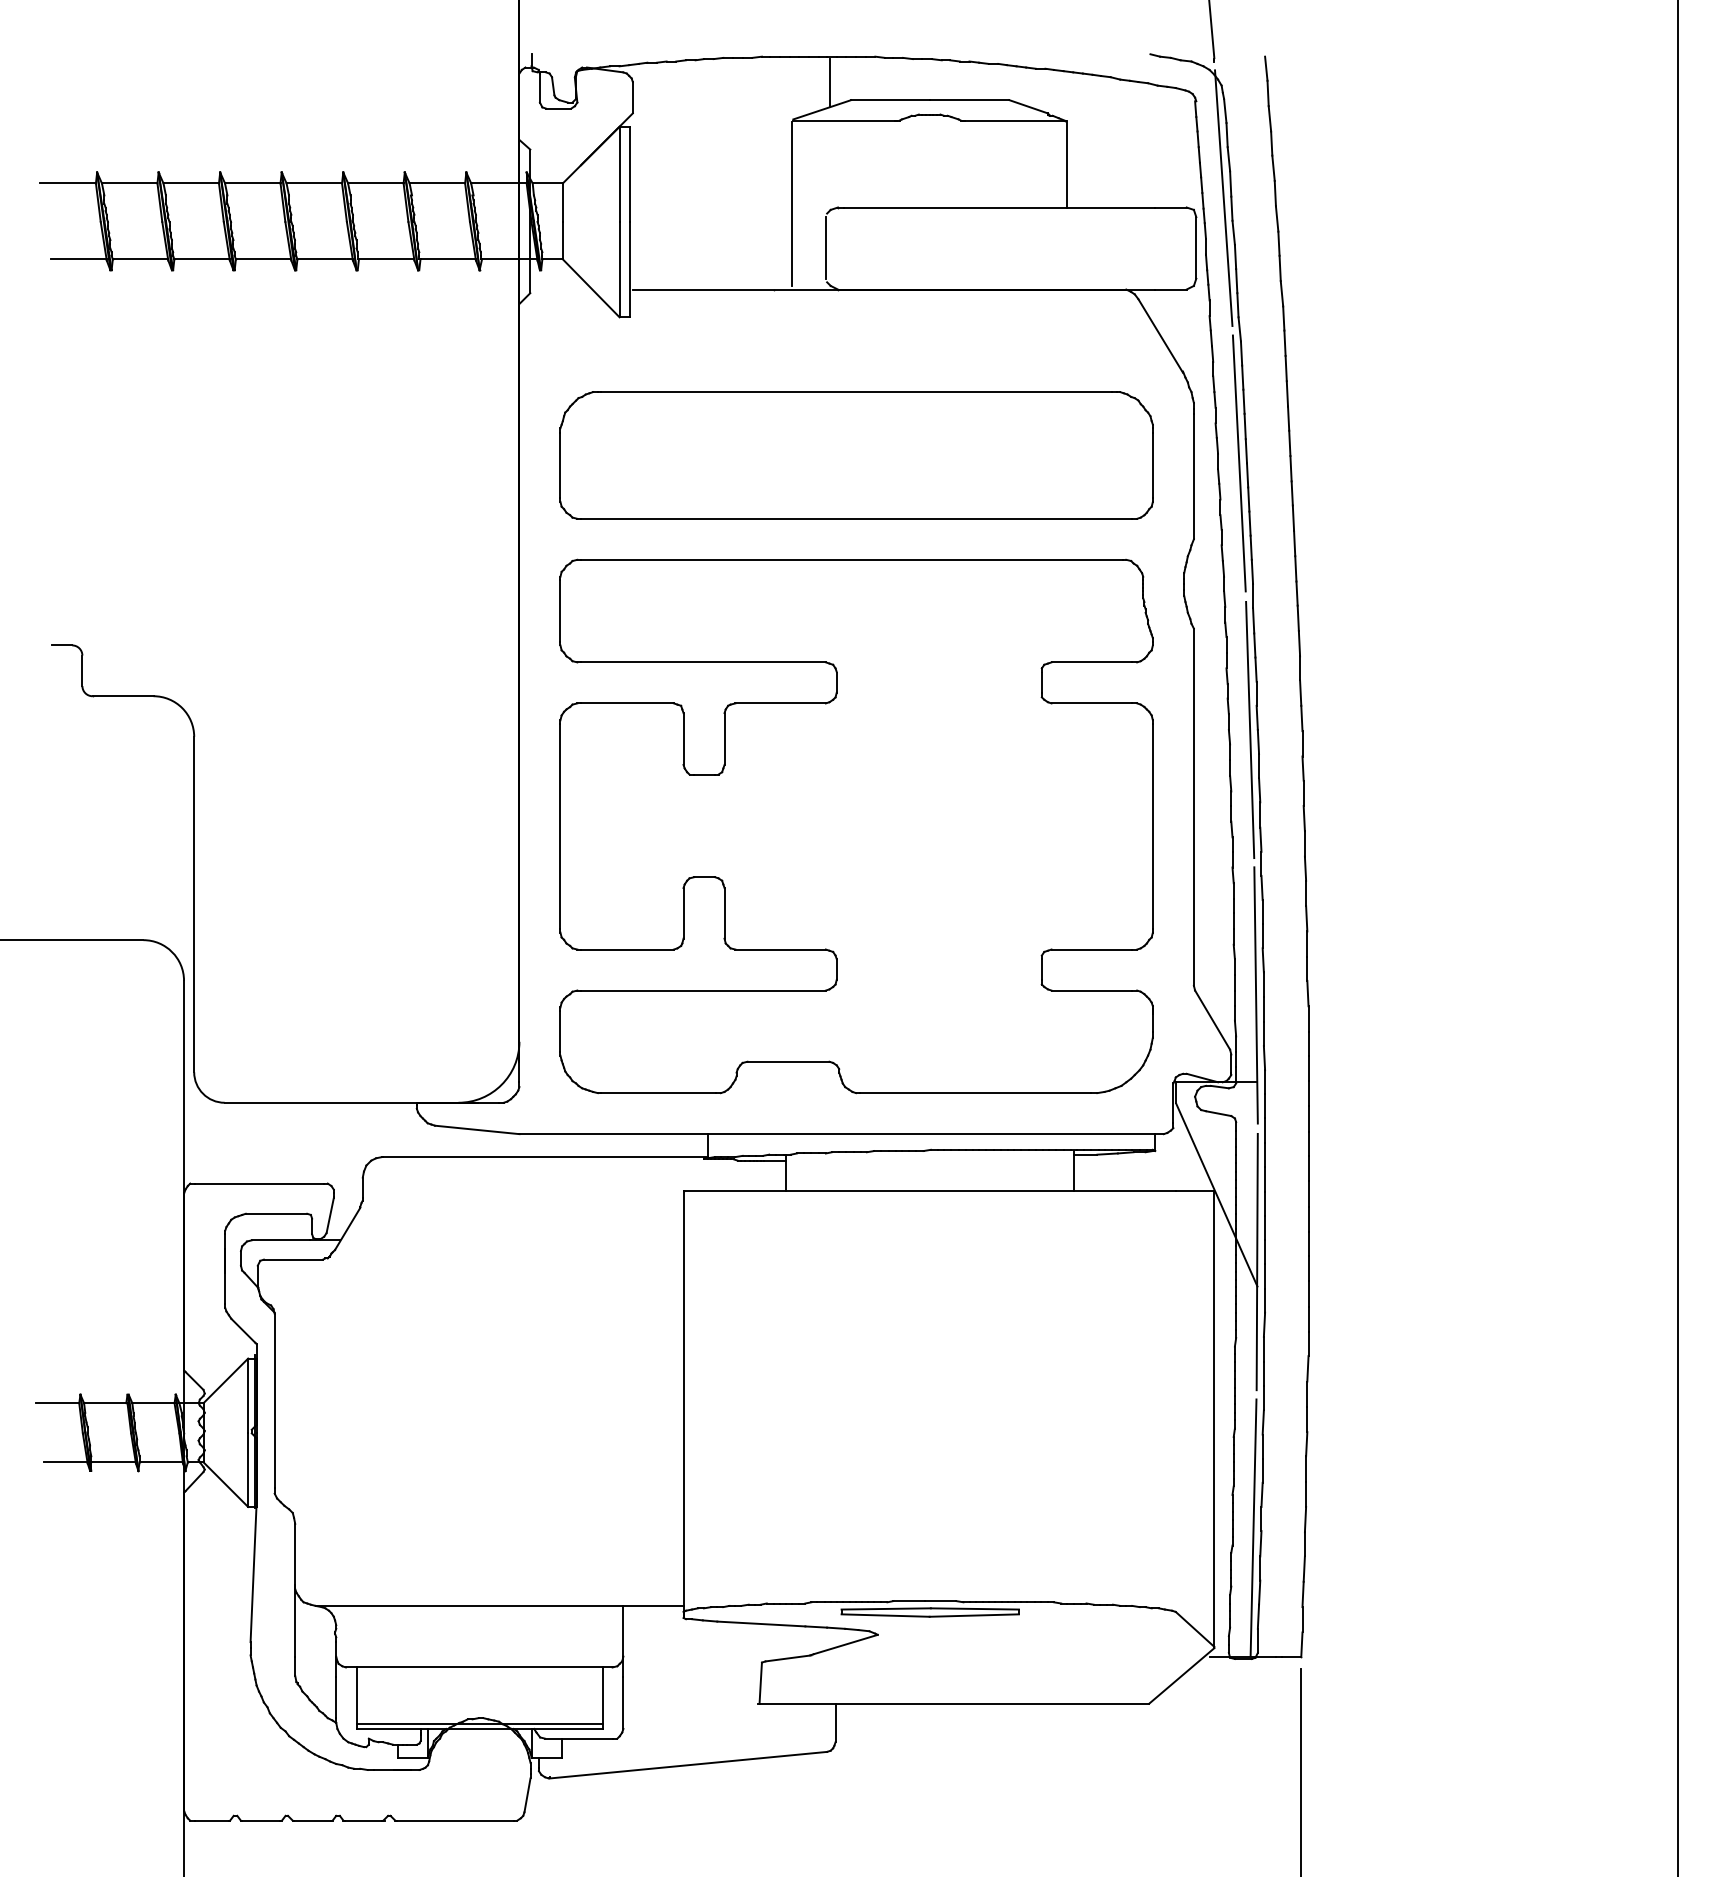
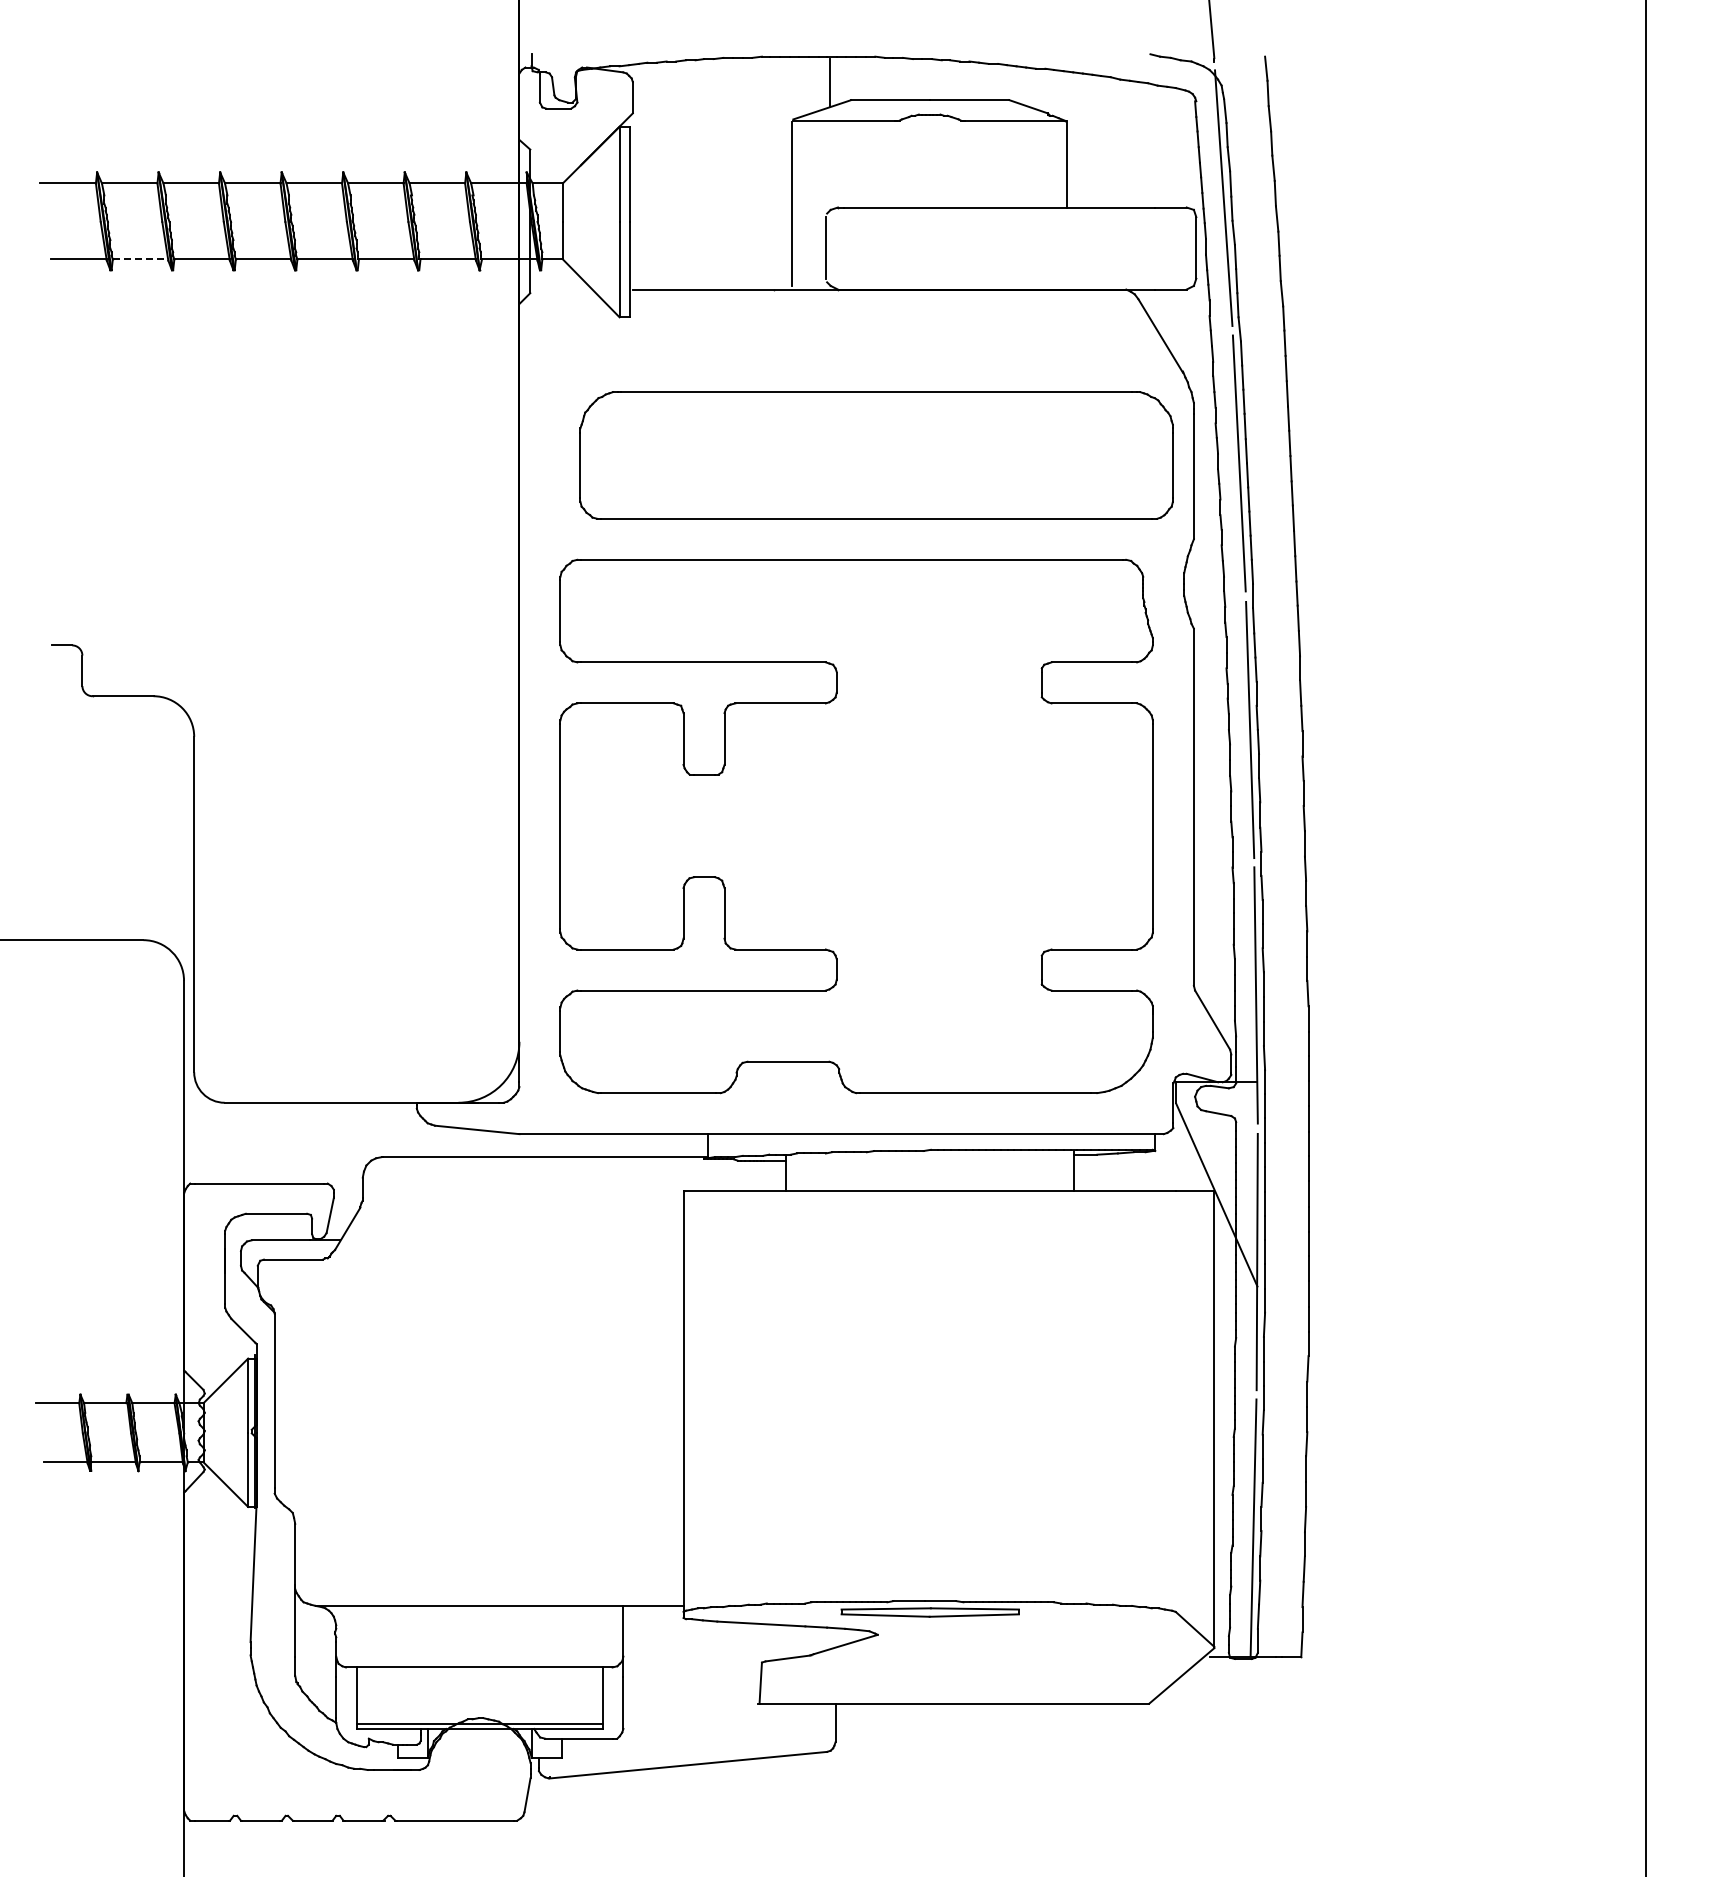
line at (140, 259): solid -> dashed
part at (856, 455) position: (856, 455) -> (876, 455)
line at (1678, 937) position: (1678, 937) -> (1646, 937)
line at (1301, 1771): present -> none
